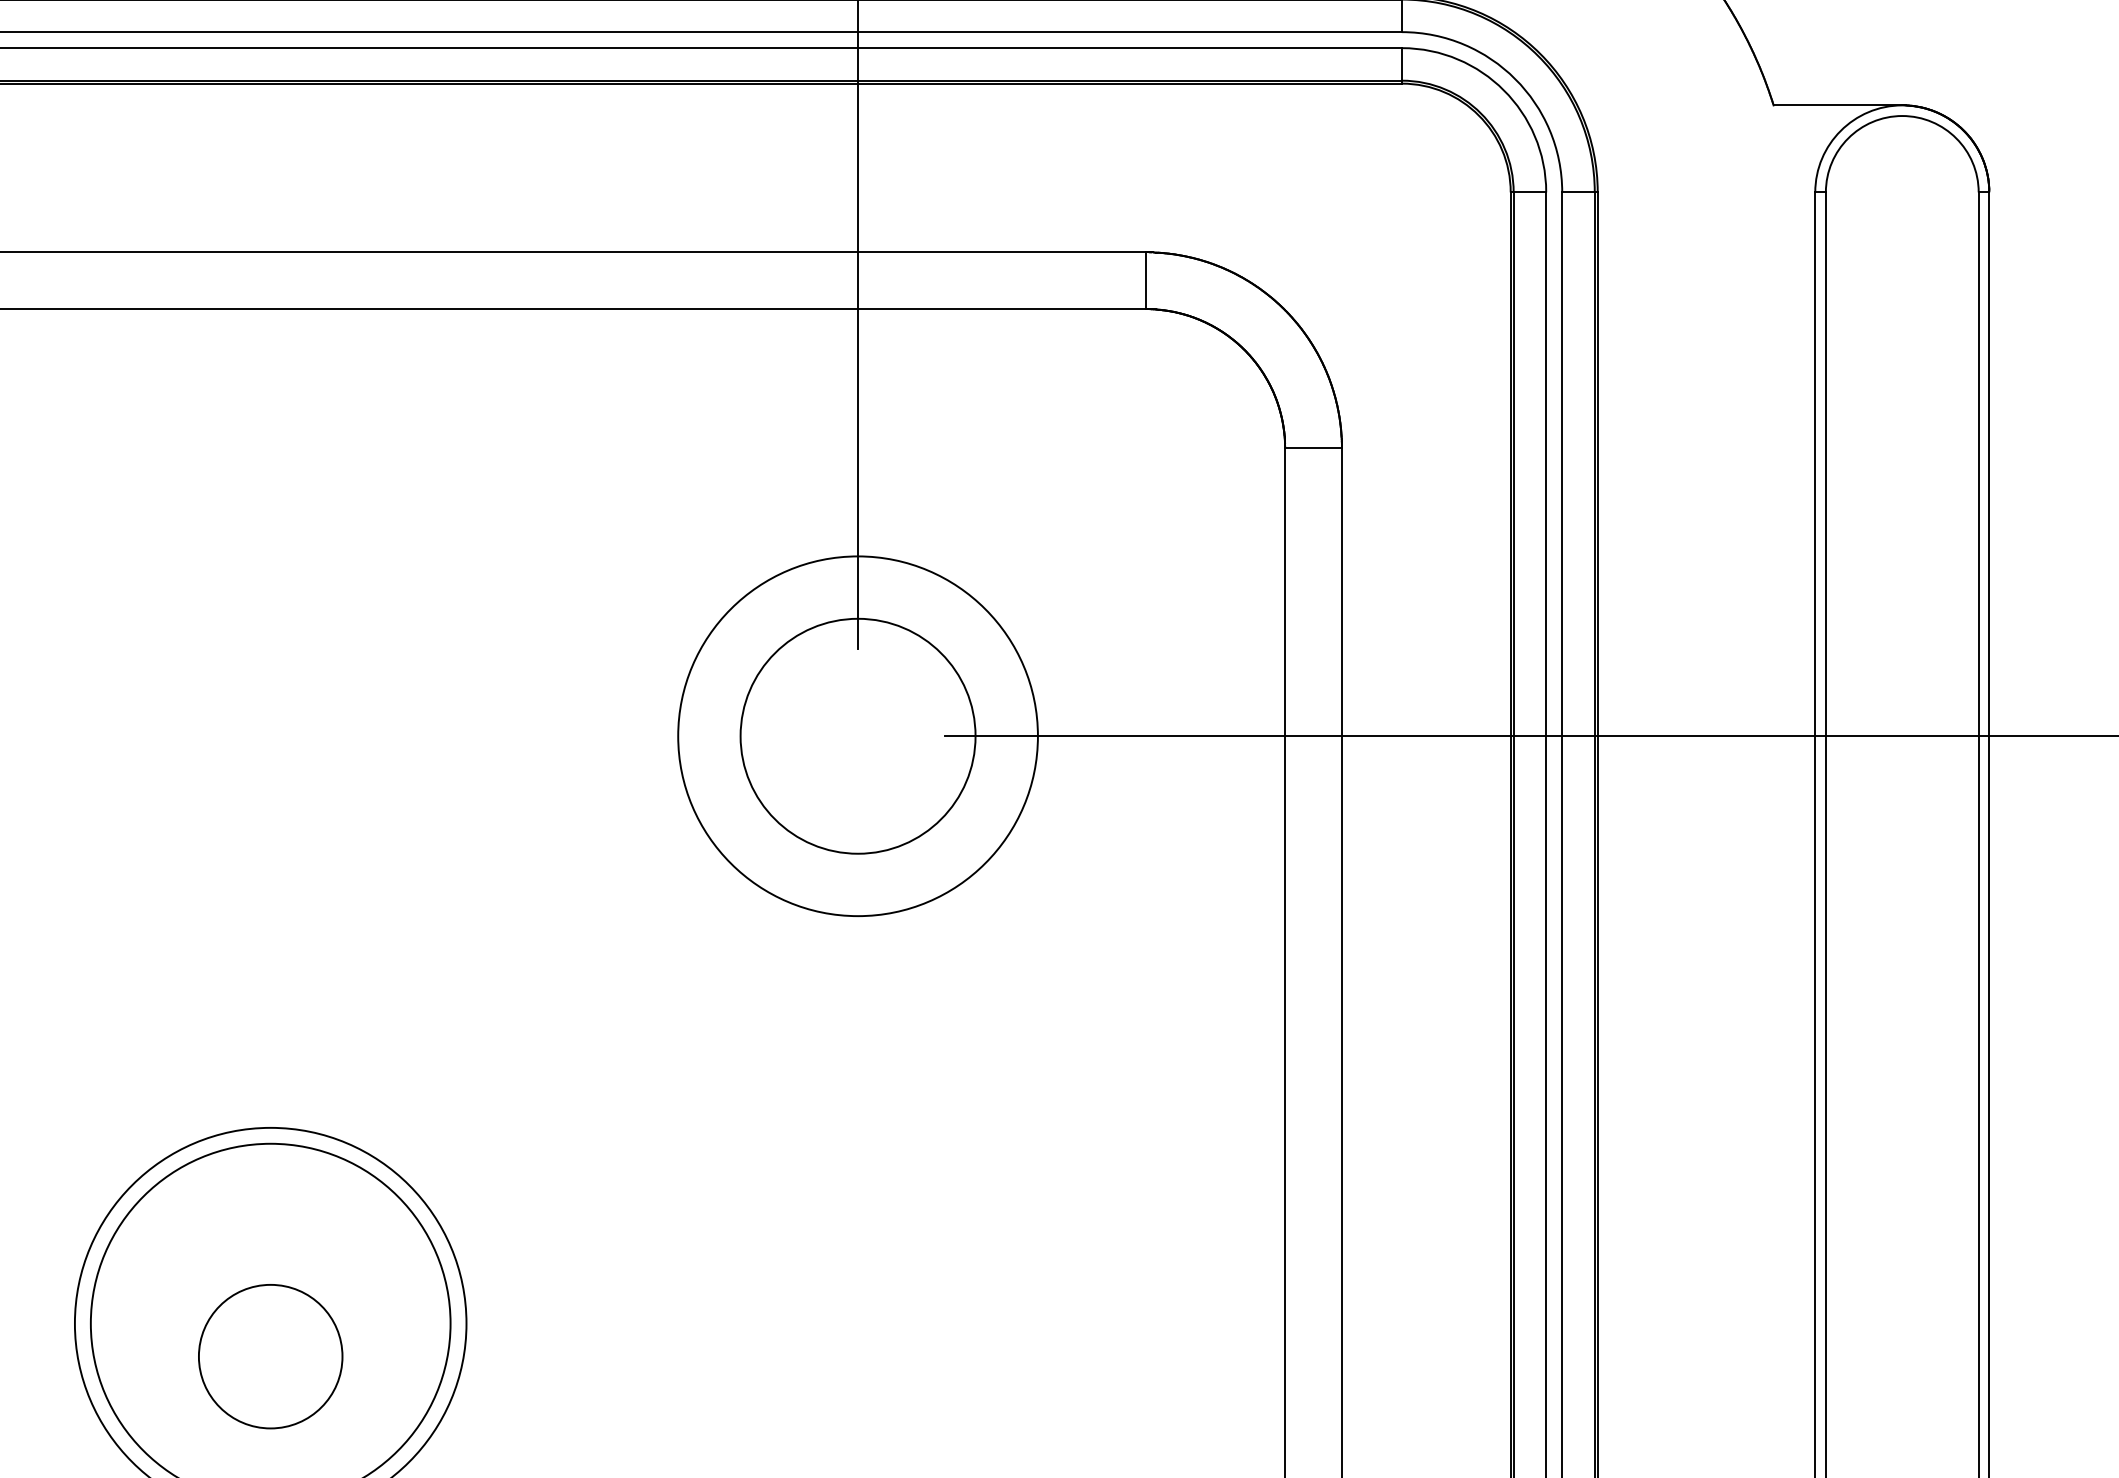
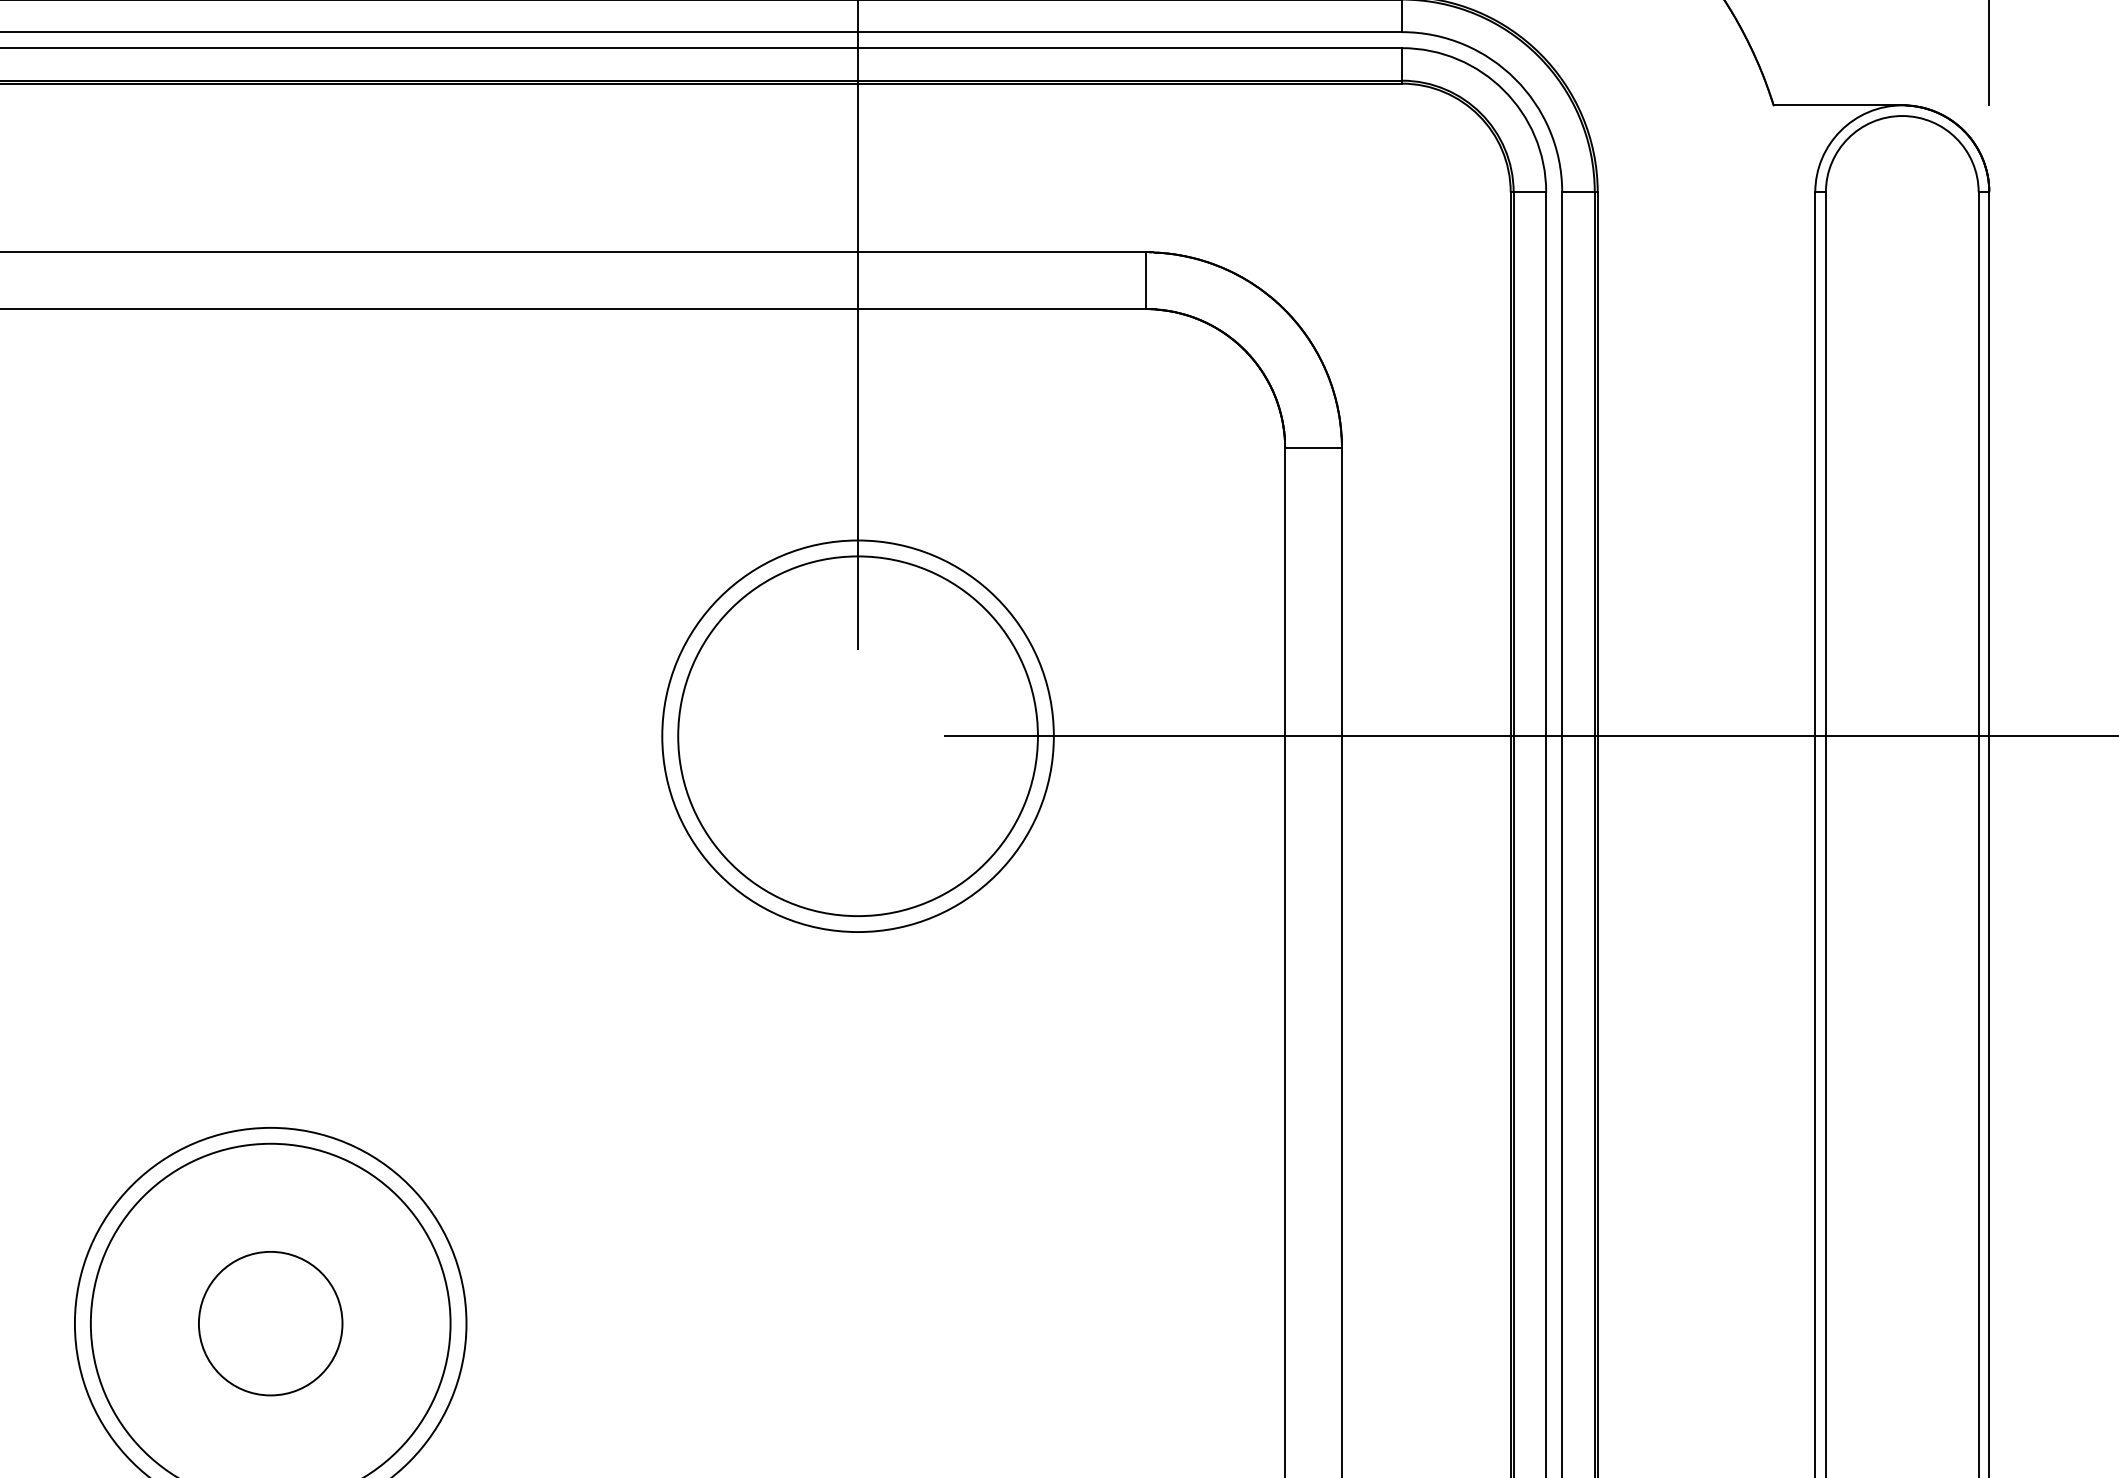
line at (1989, 53): none -> present
circle at (857, 735) diameter: 235 px -> 392 px
circle at (270, 1356) position: (270, 1356) -> (270, 1323)
